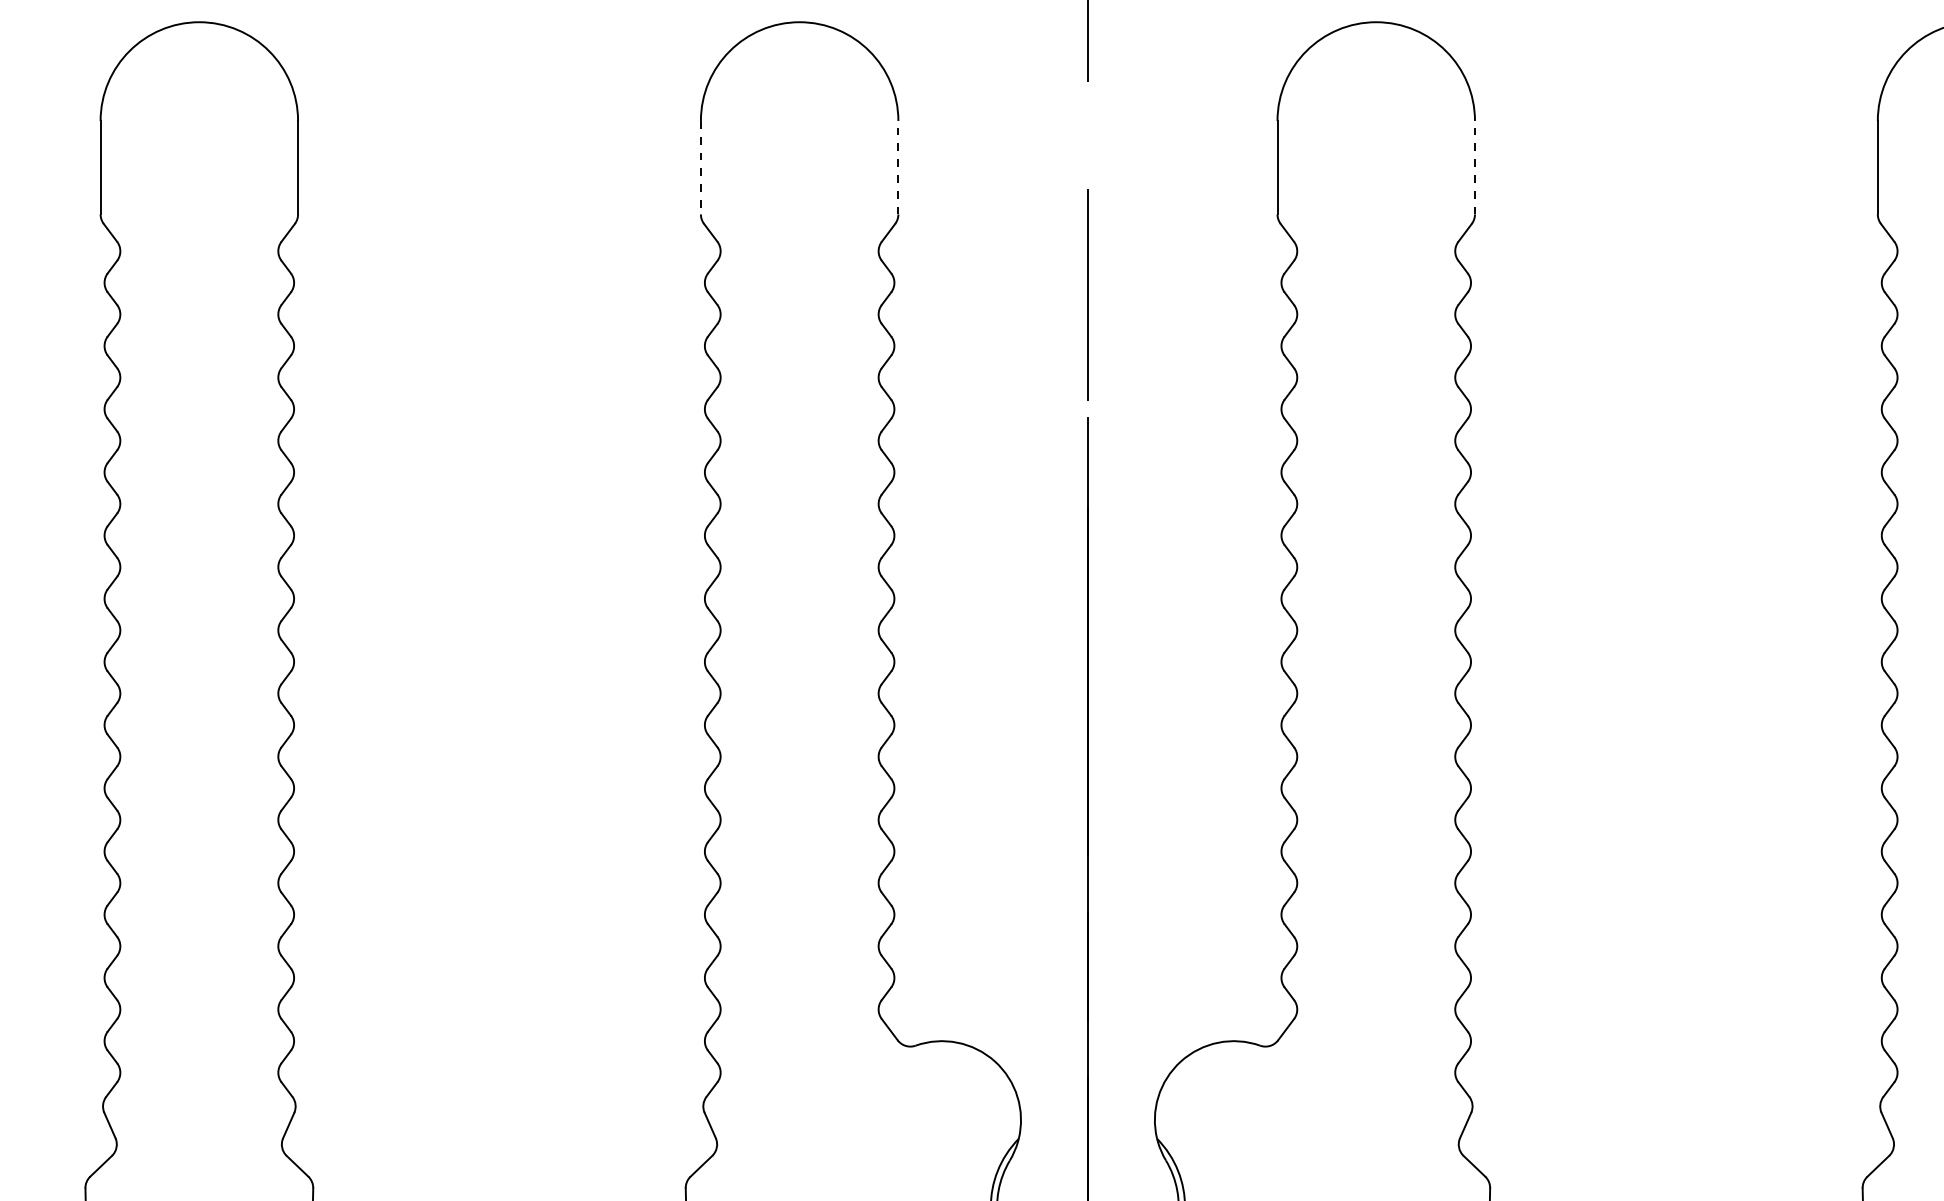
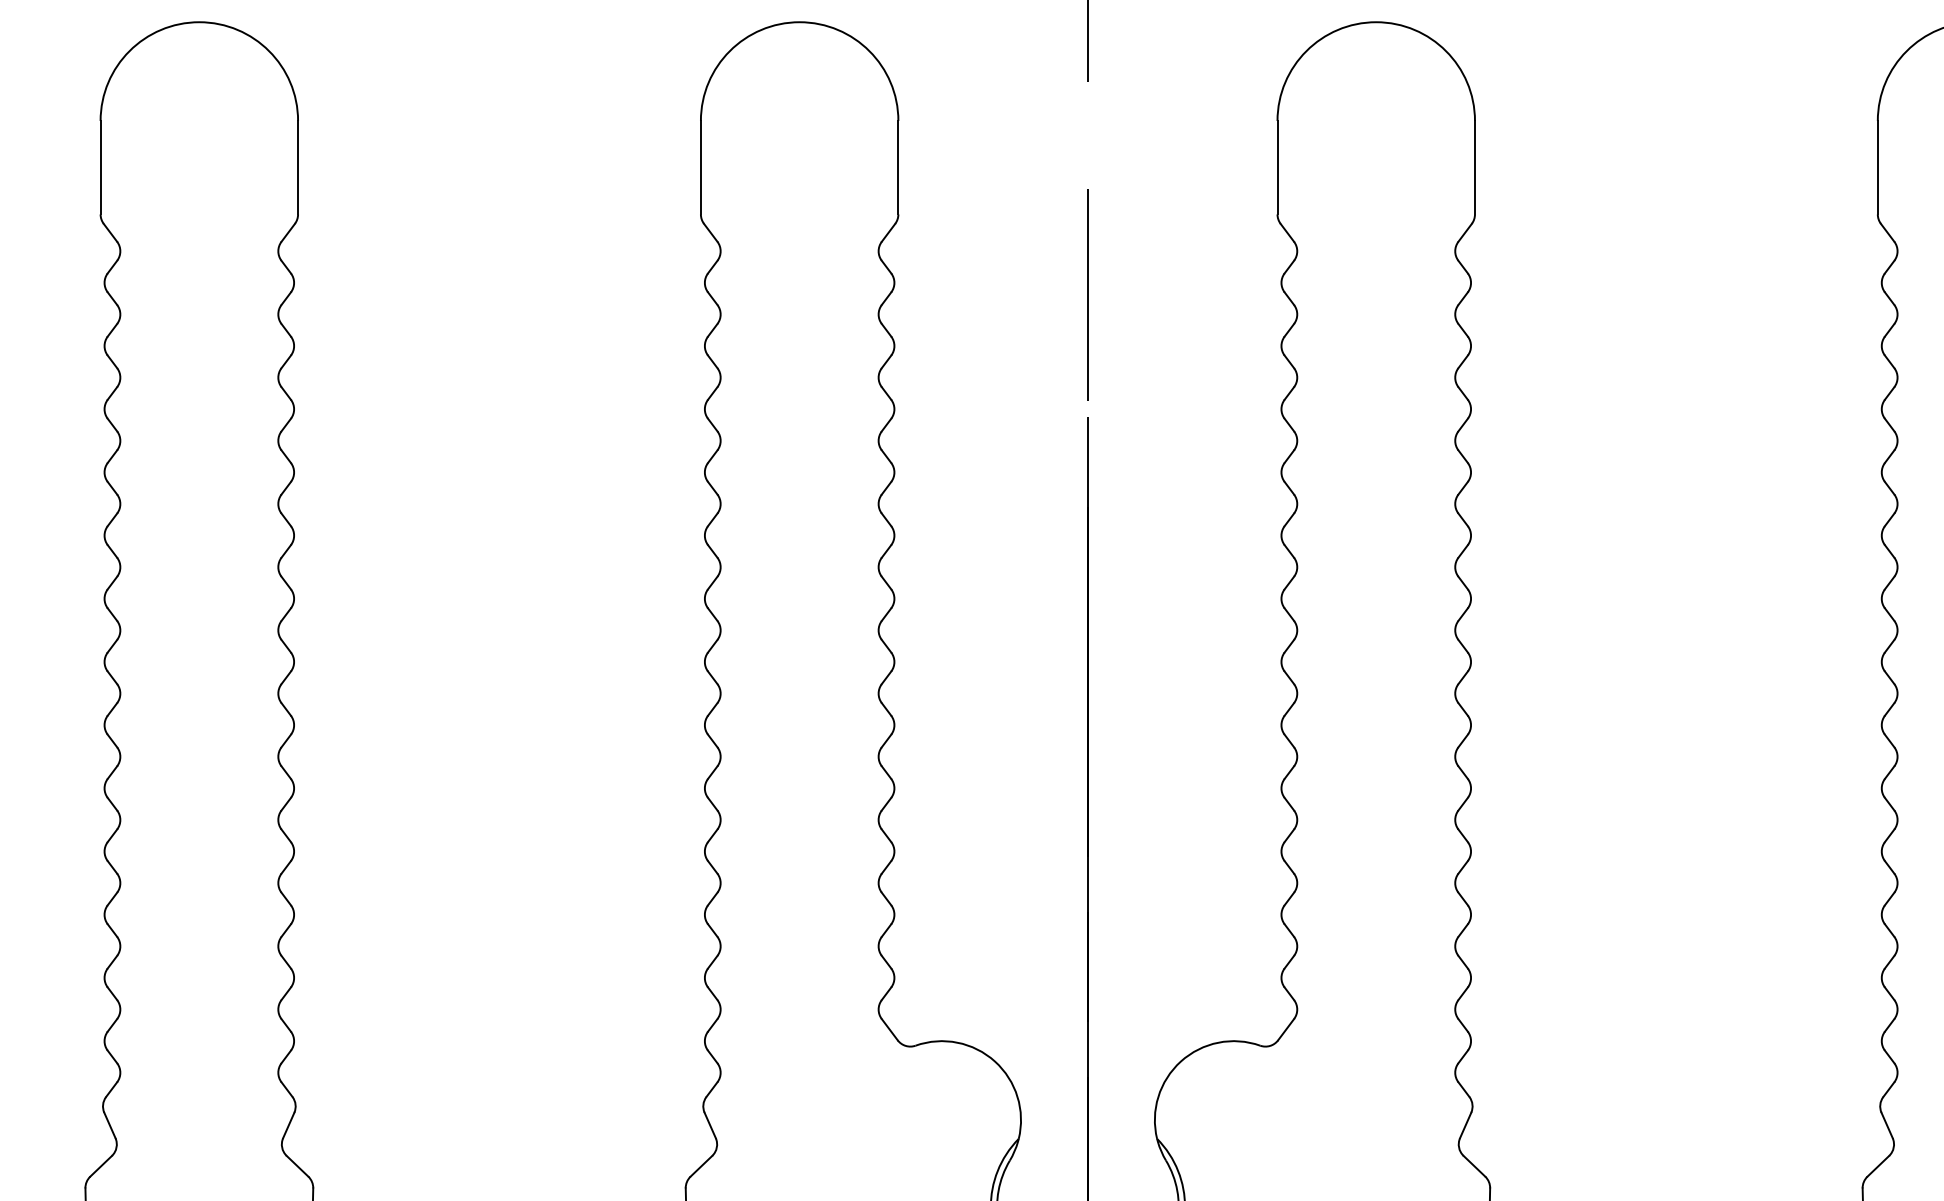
line at (700, 167): dashed -> solid
line at (898, 167): dashed -> solid
line at (1474, 167): dashed -> solid
